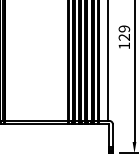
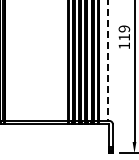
text at (123, 37): 129 -> 119
line at (108, 60): solid -> dashed
